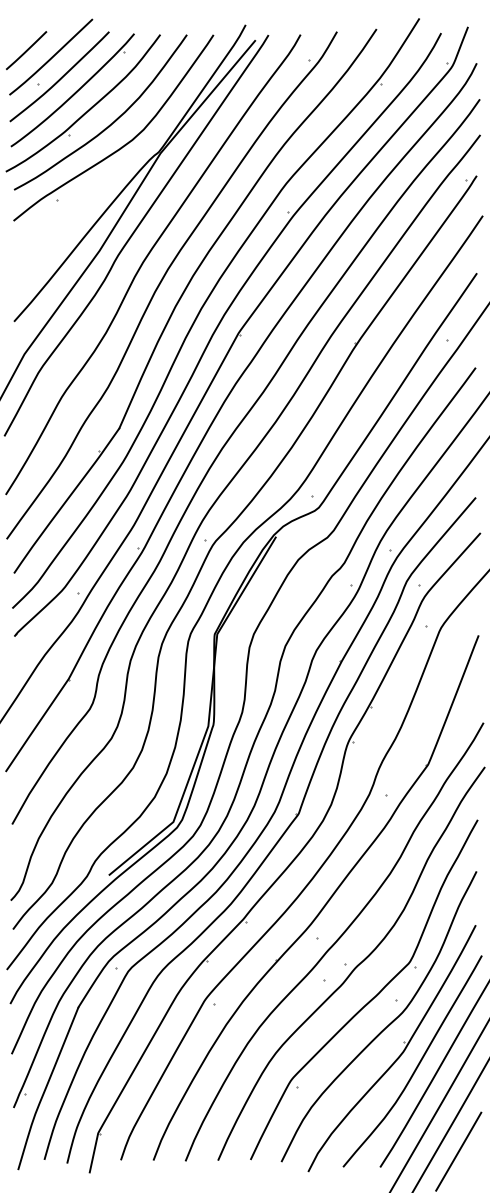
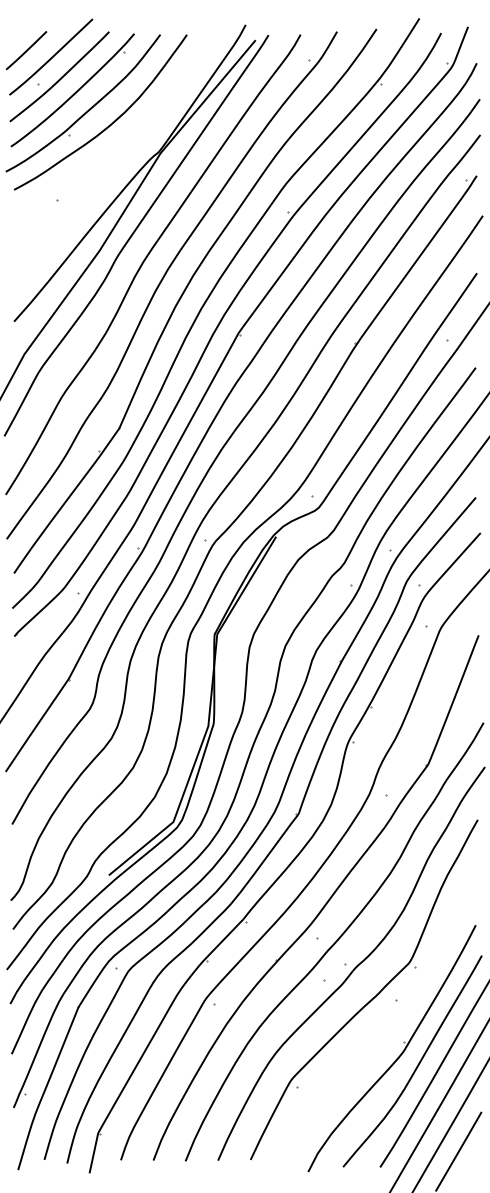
curve at (125, 143): present -> none
curve at (387, 1025): present -> none
